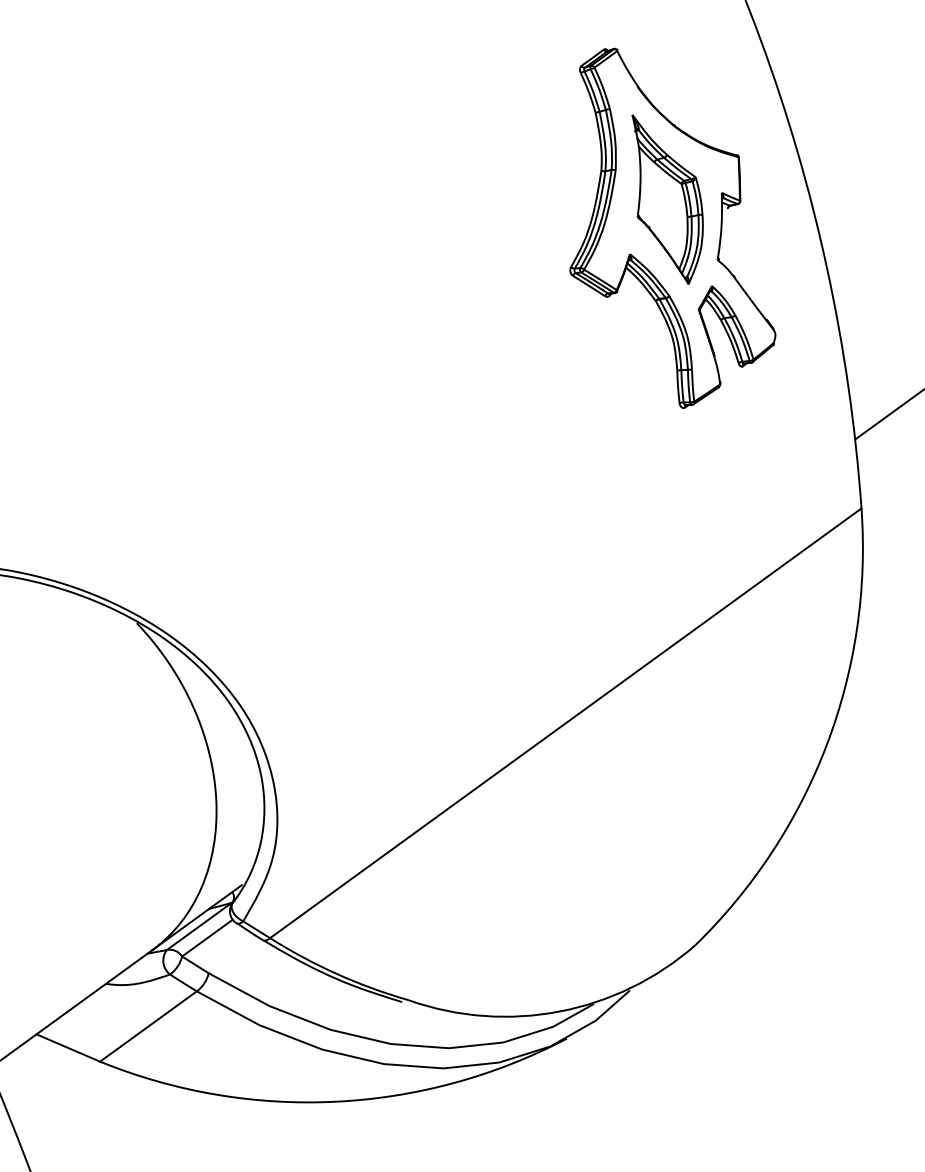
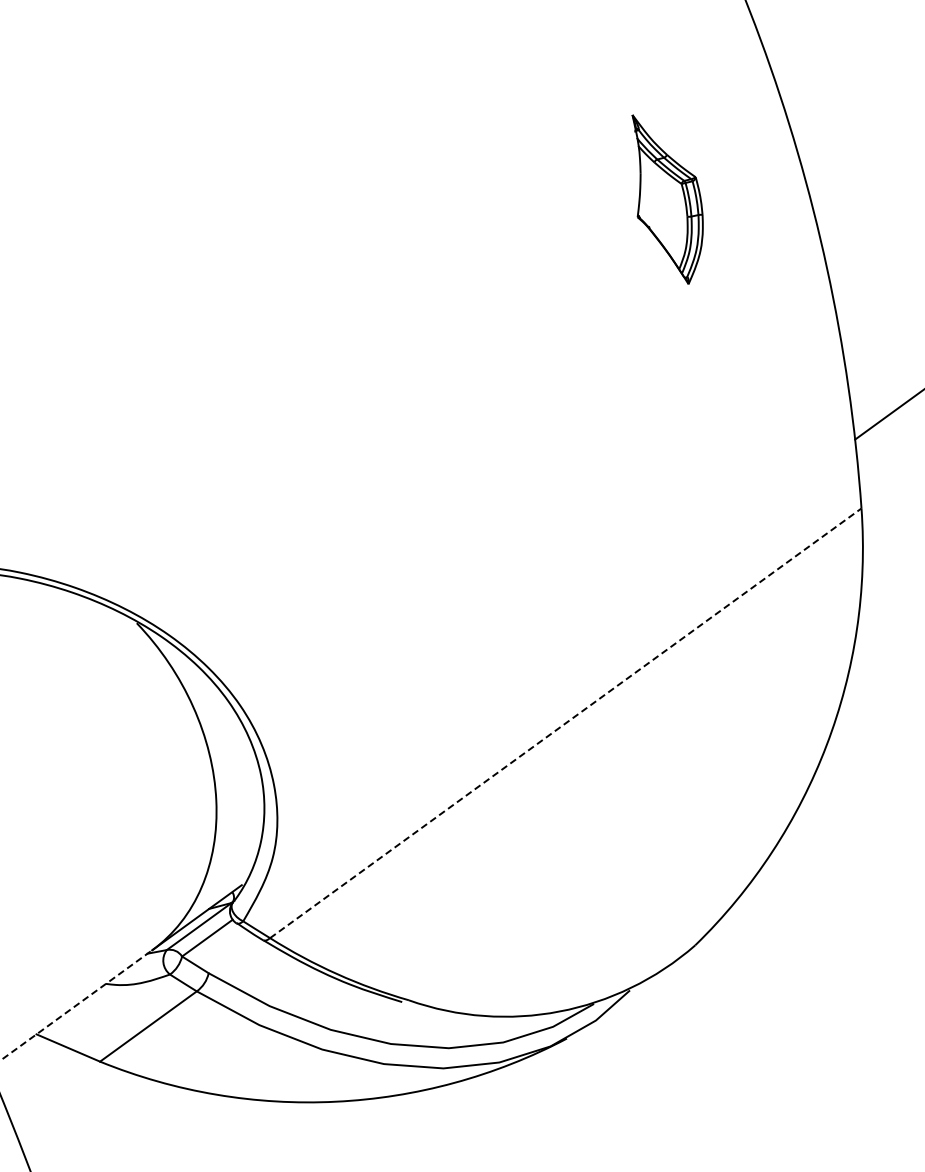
part at (672, 227): present -> none
line at (565, 723): solid -> dashed
line at (76, 1005): solid -> dashed
